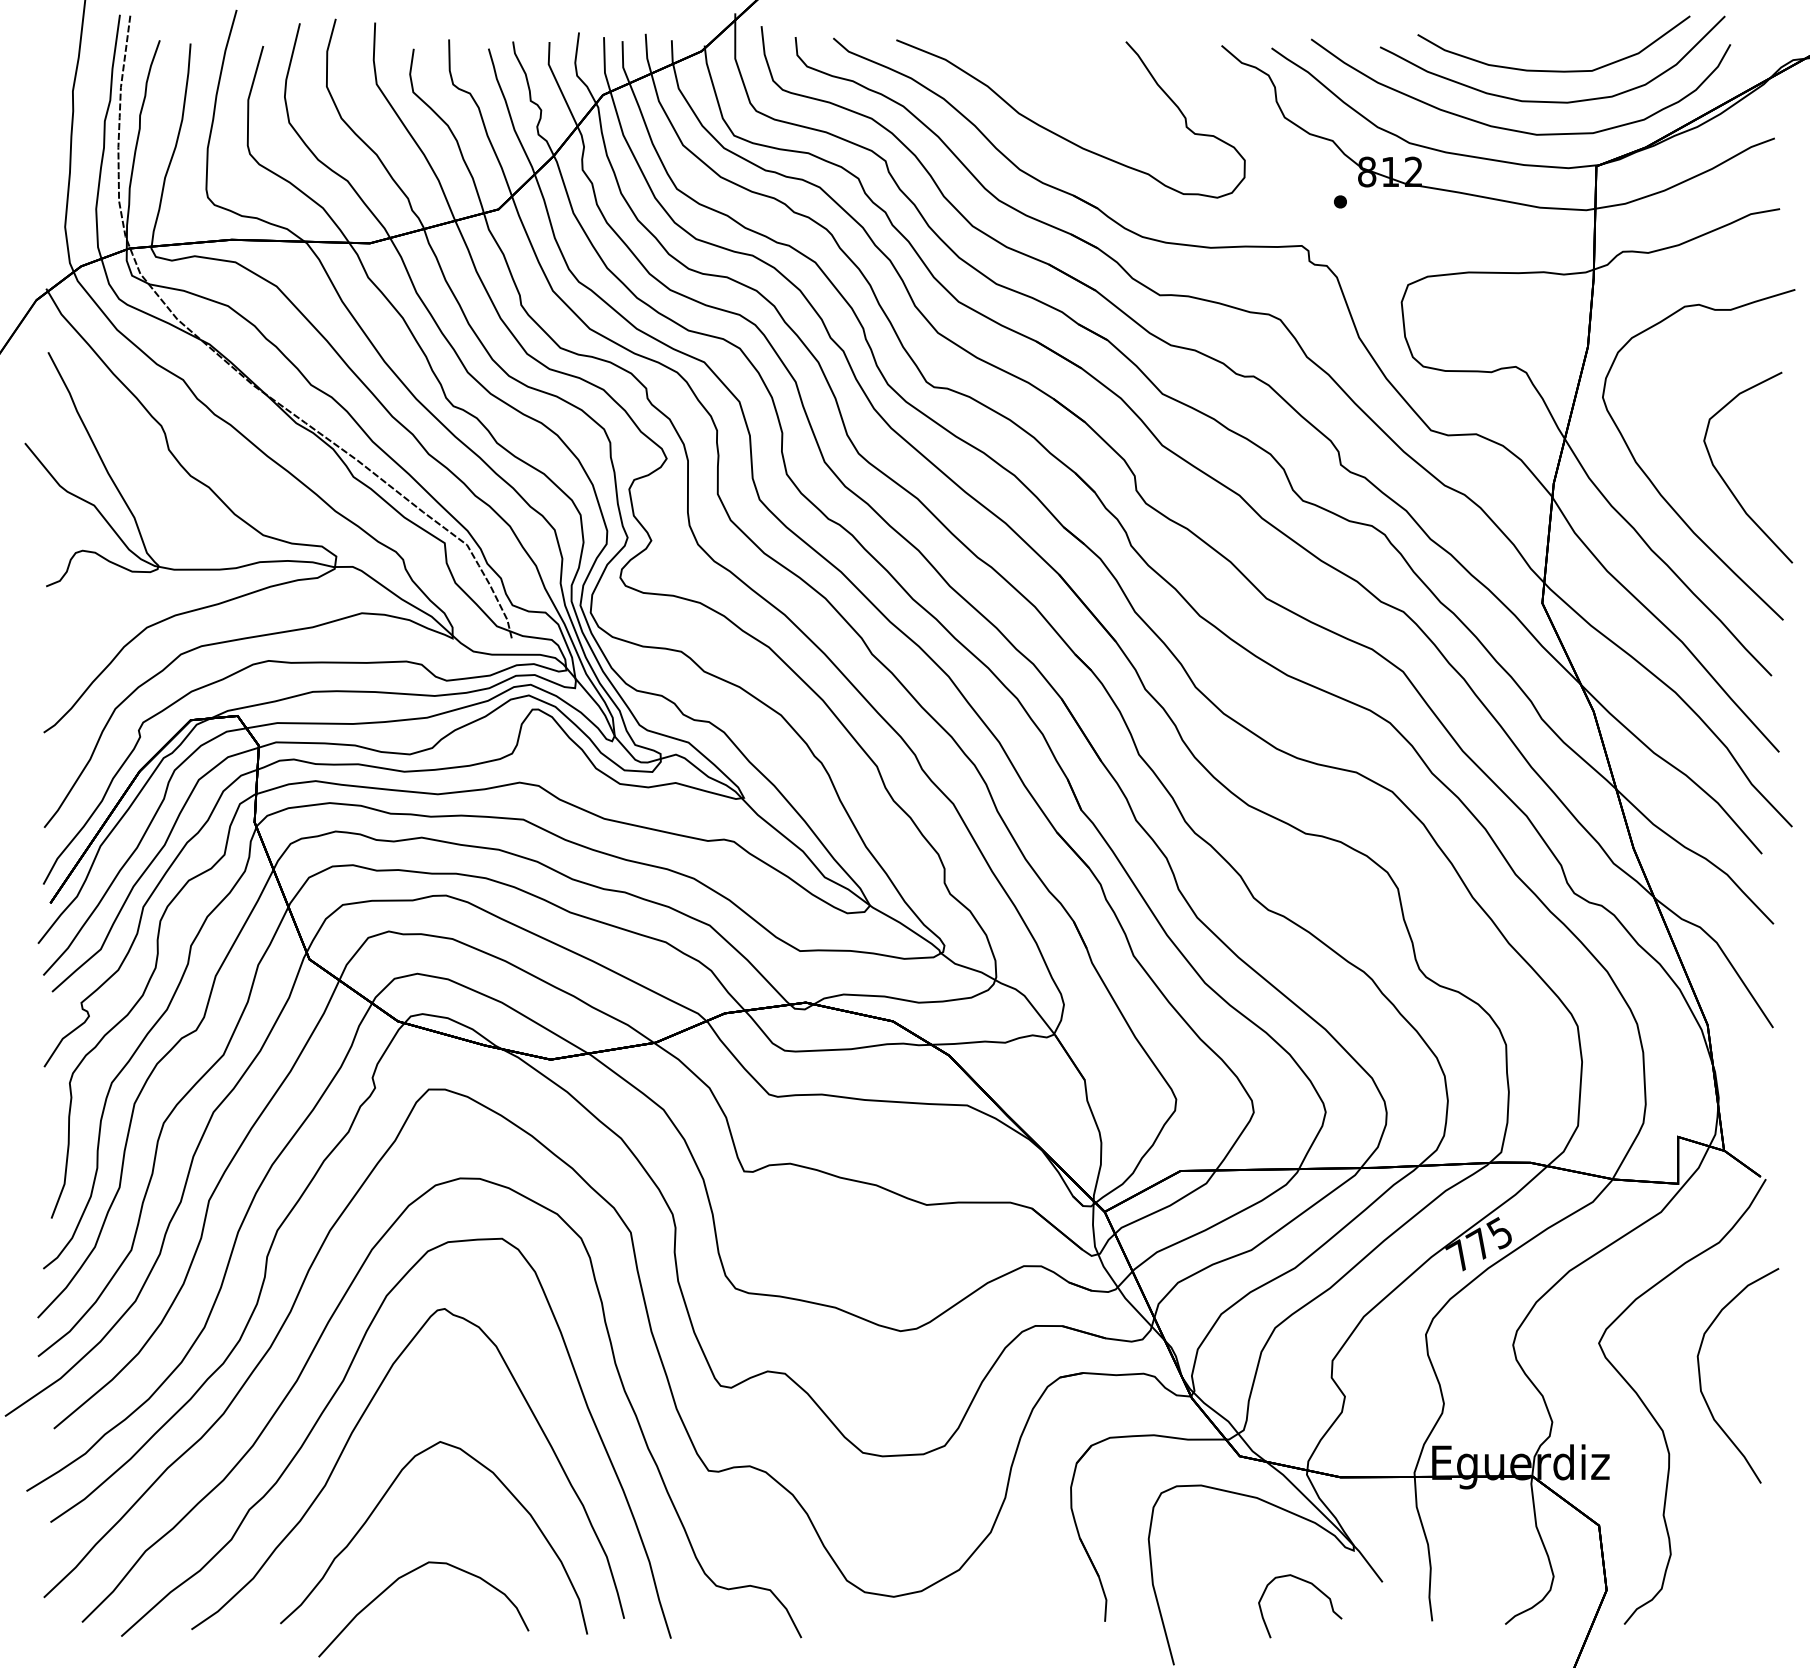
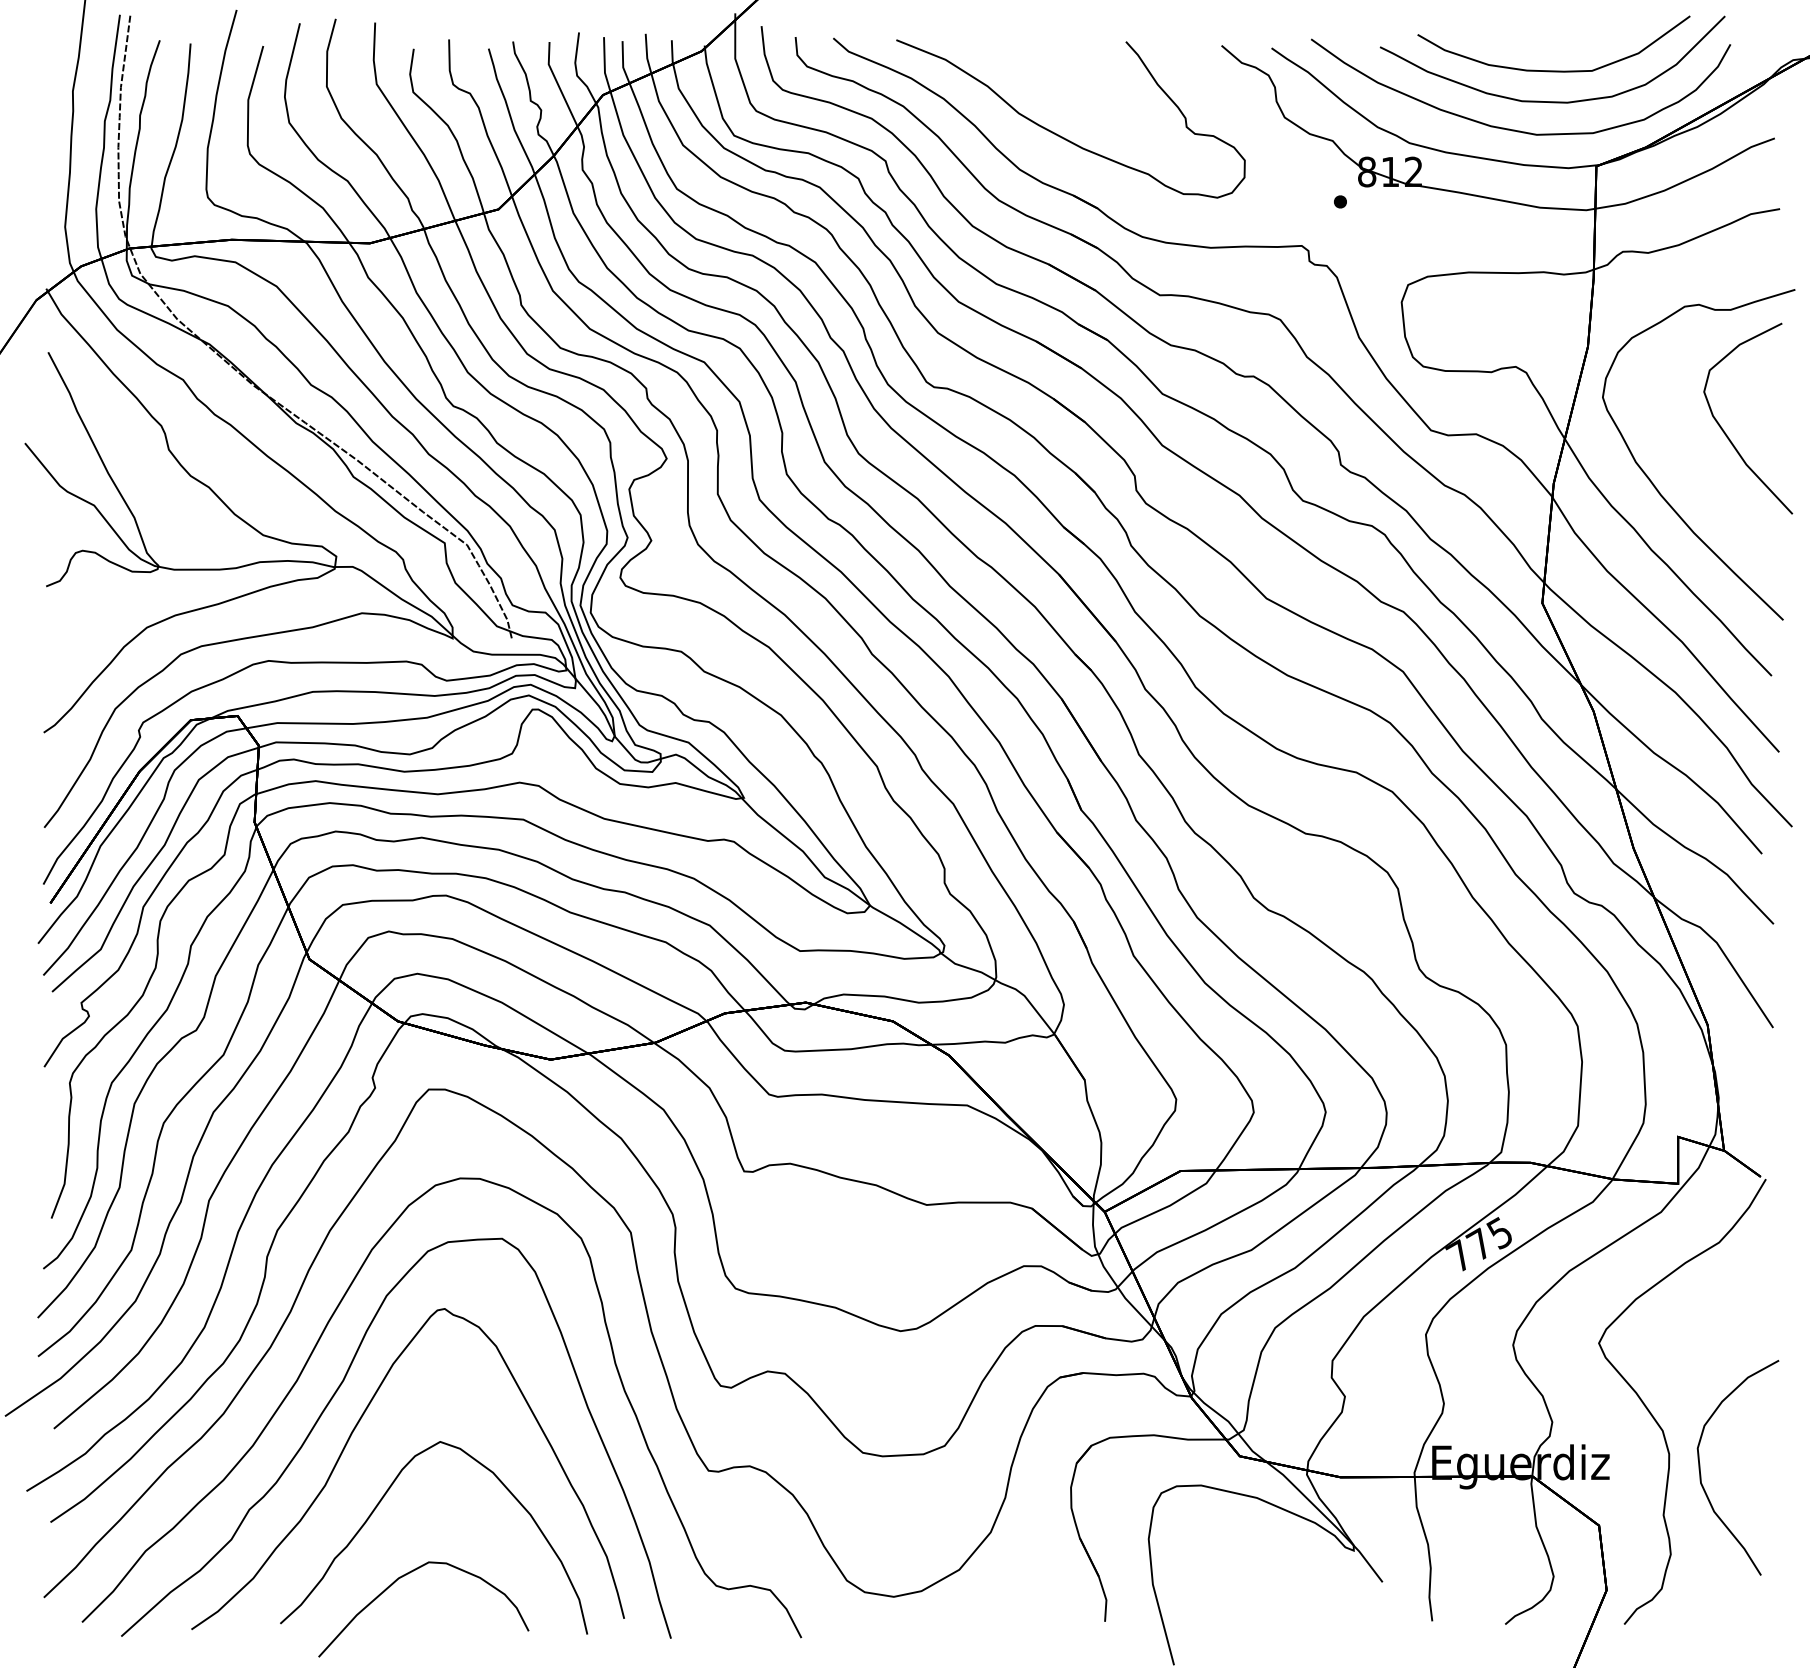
curve at (1726, 482) position: (1726, 482) -> (1726, 433)
curve at (1701, 1382) position: (1701, 1382) -> (1701, 1474)
curve at (1314, 1587): present -> none
